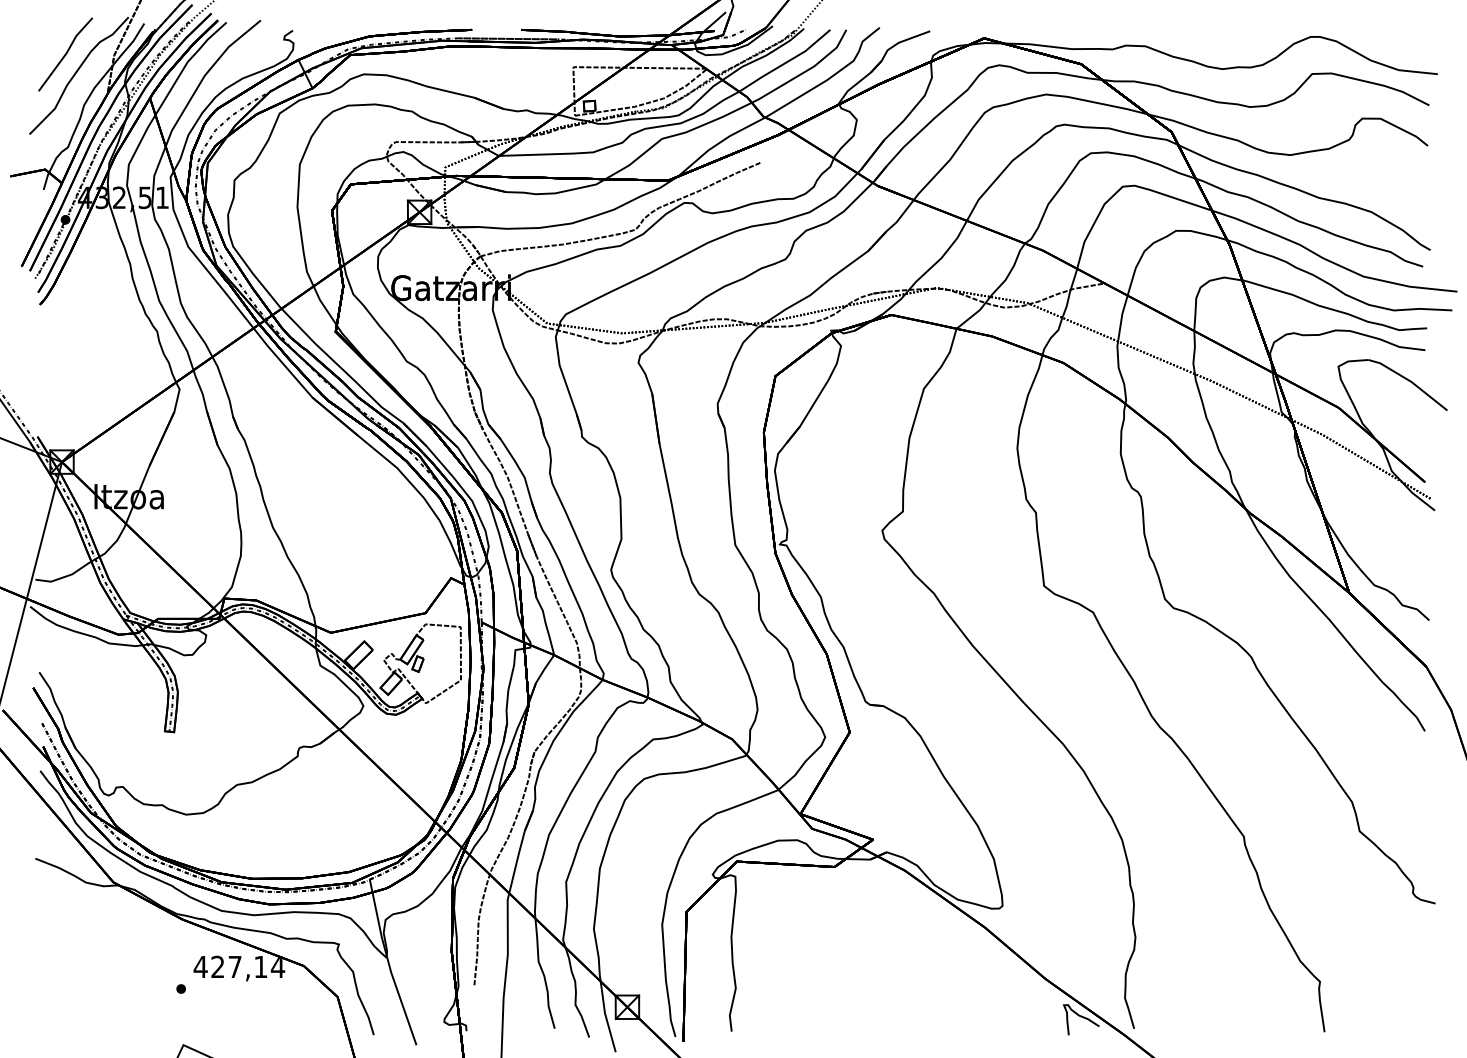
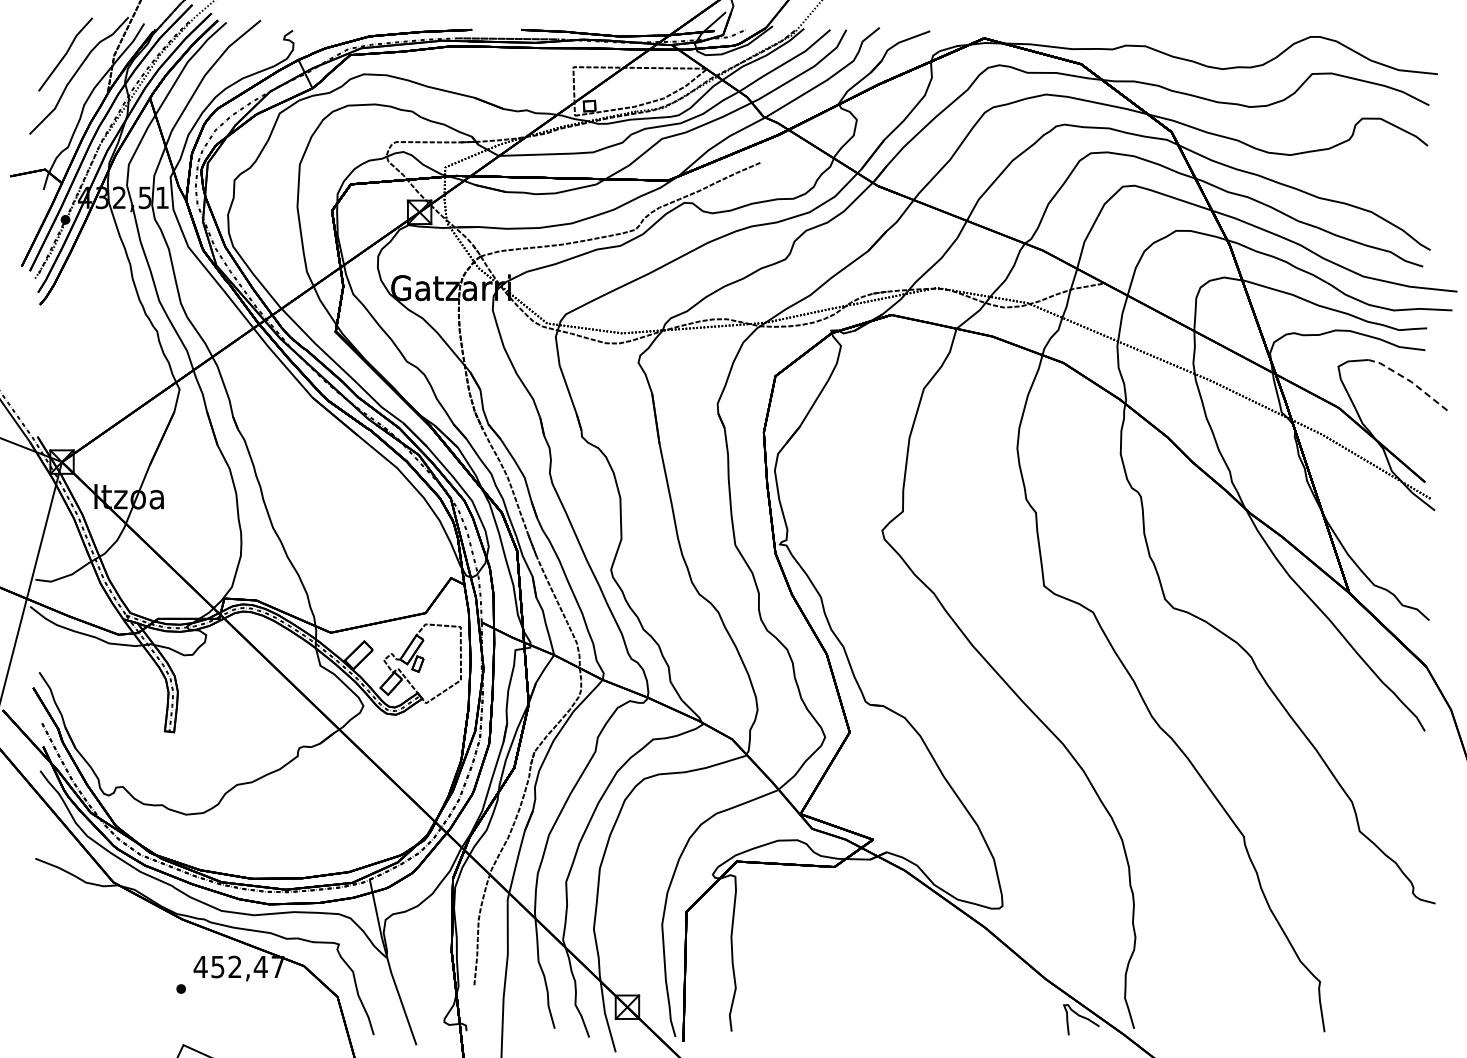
line at (1409, 380): solid -> dashed
text at (248, 966): 427,14 -> 452,47
